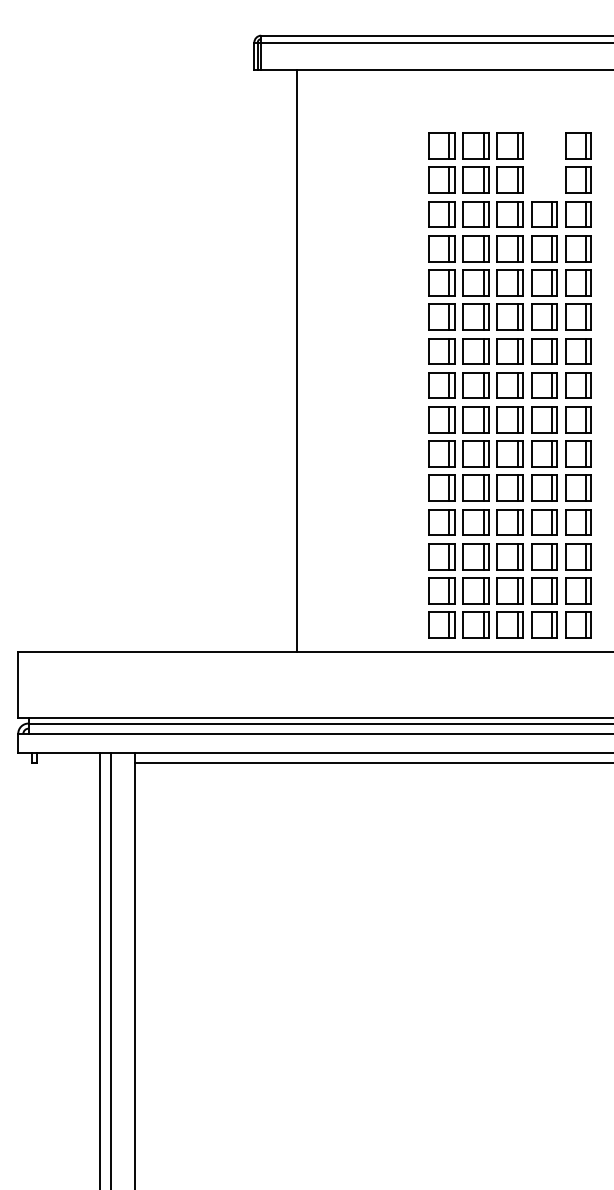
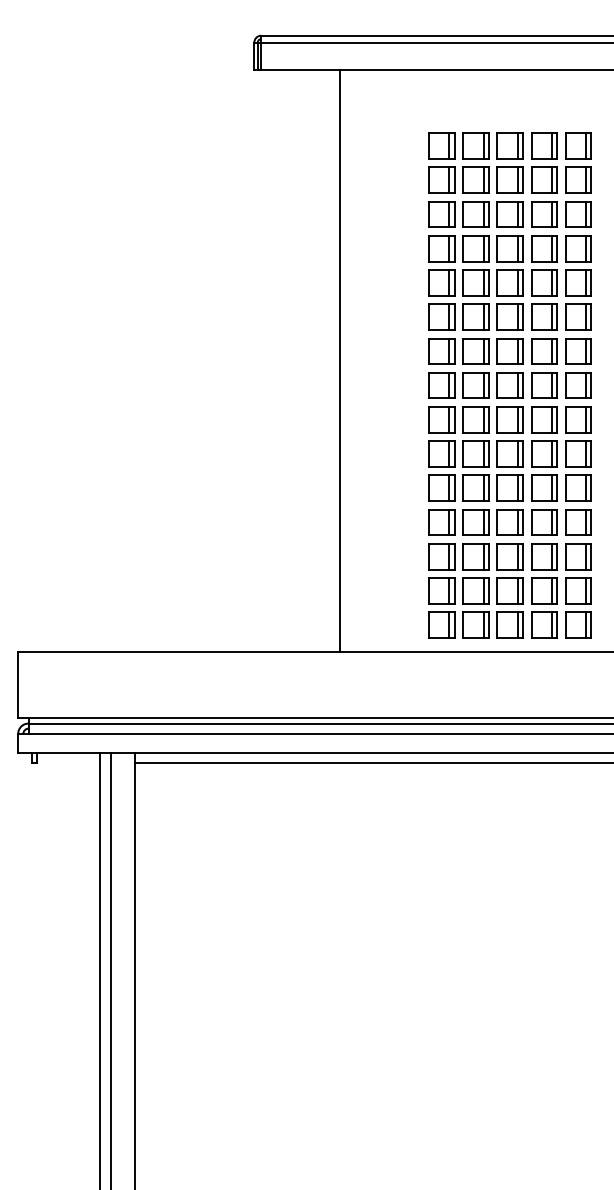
part at (544, 162): none -> present
line at (296, 360) position: (296, 360) -> (339, 360)
